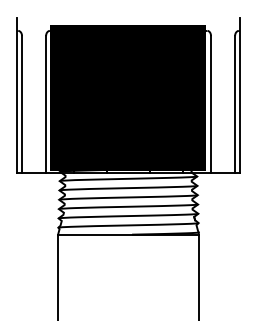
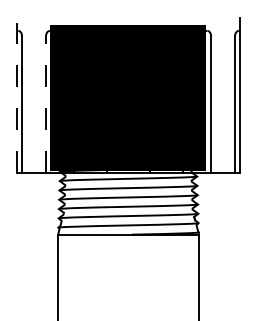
line at (16, 94): solid -> dashed
line at (46, 103): solid -> dashed
